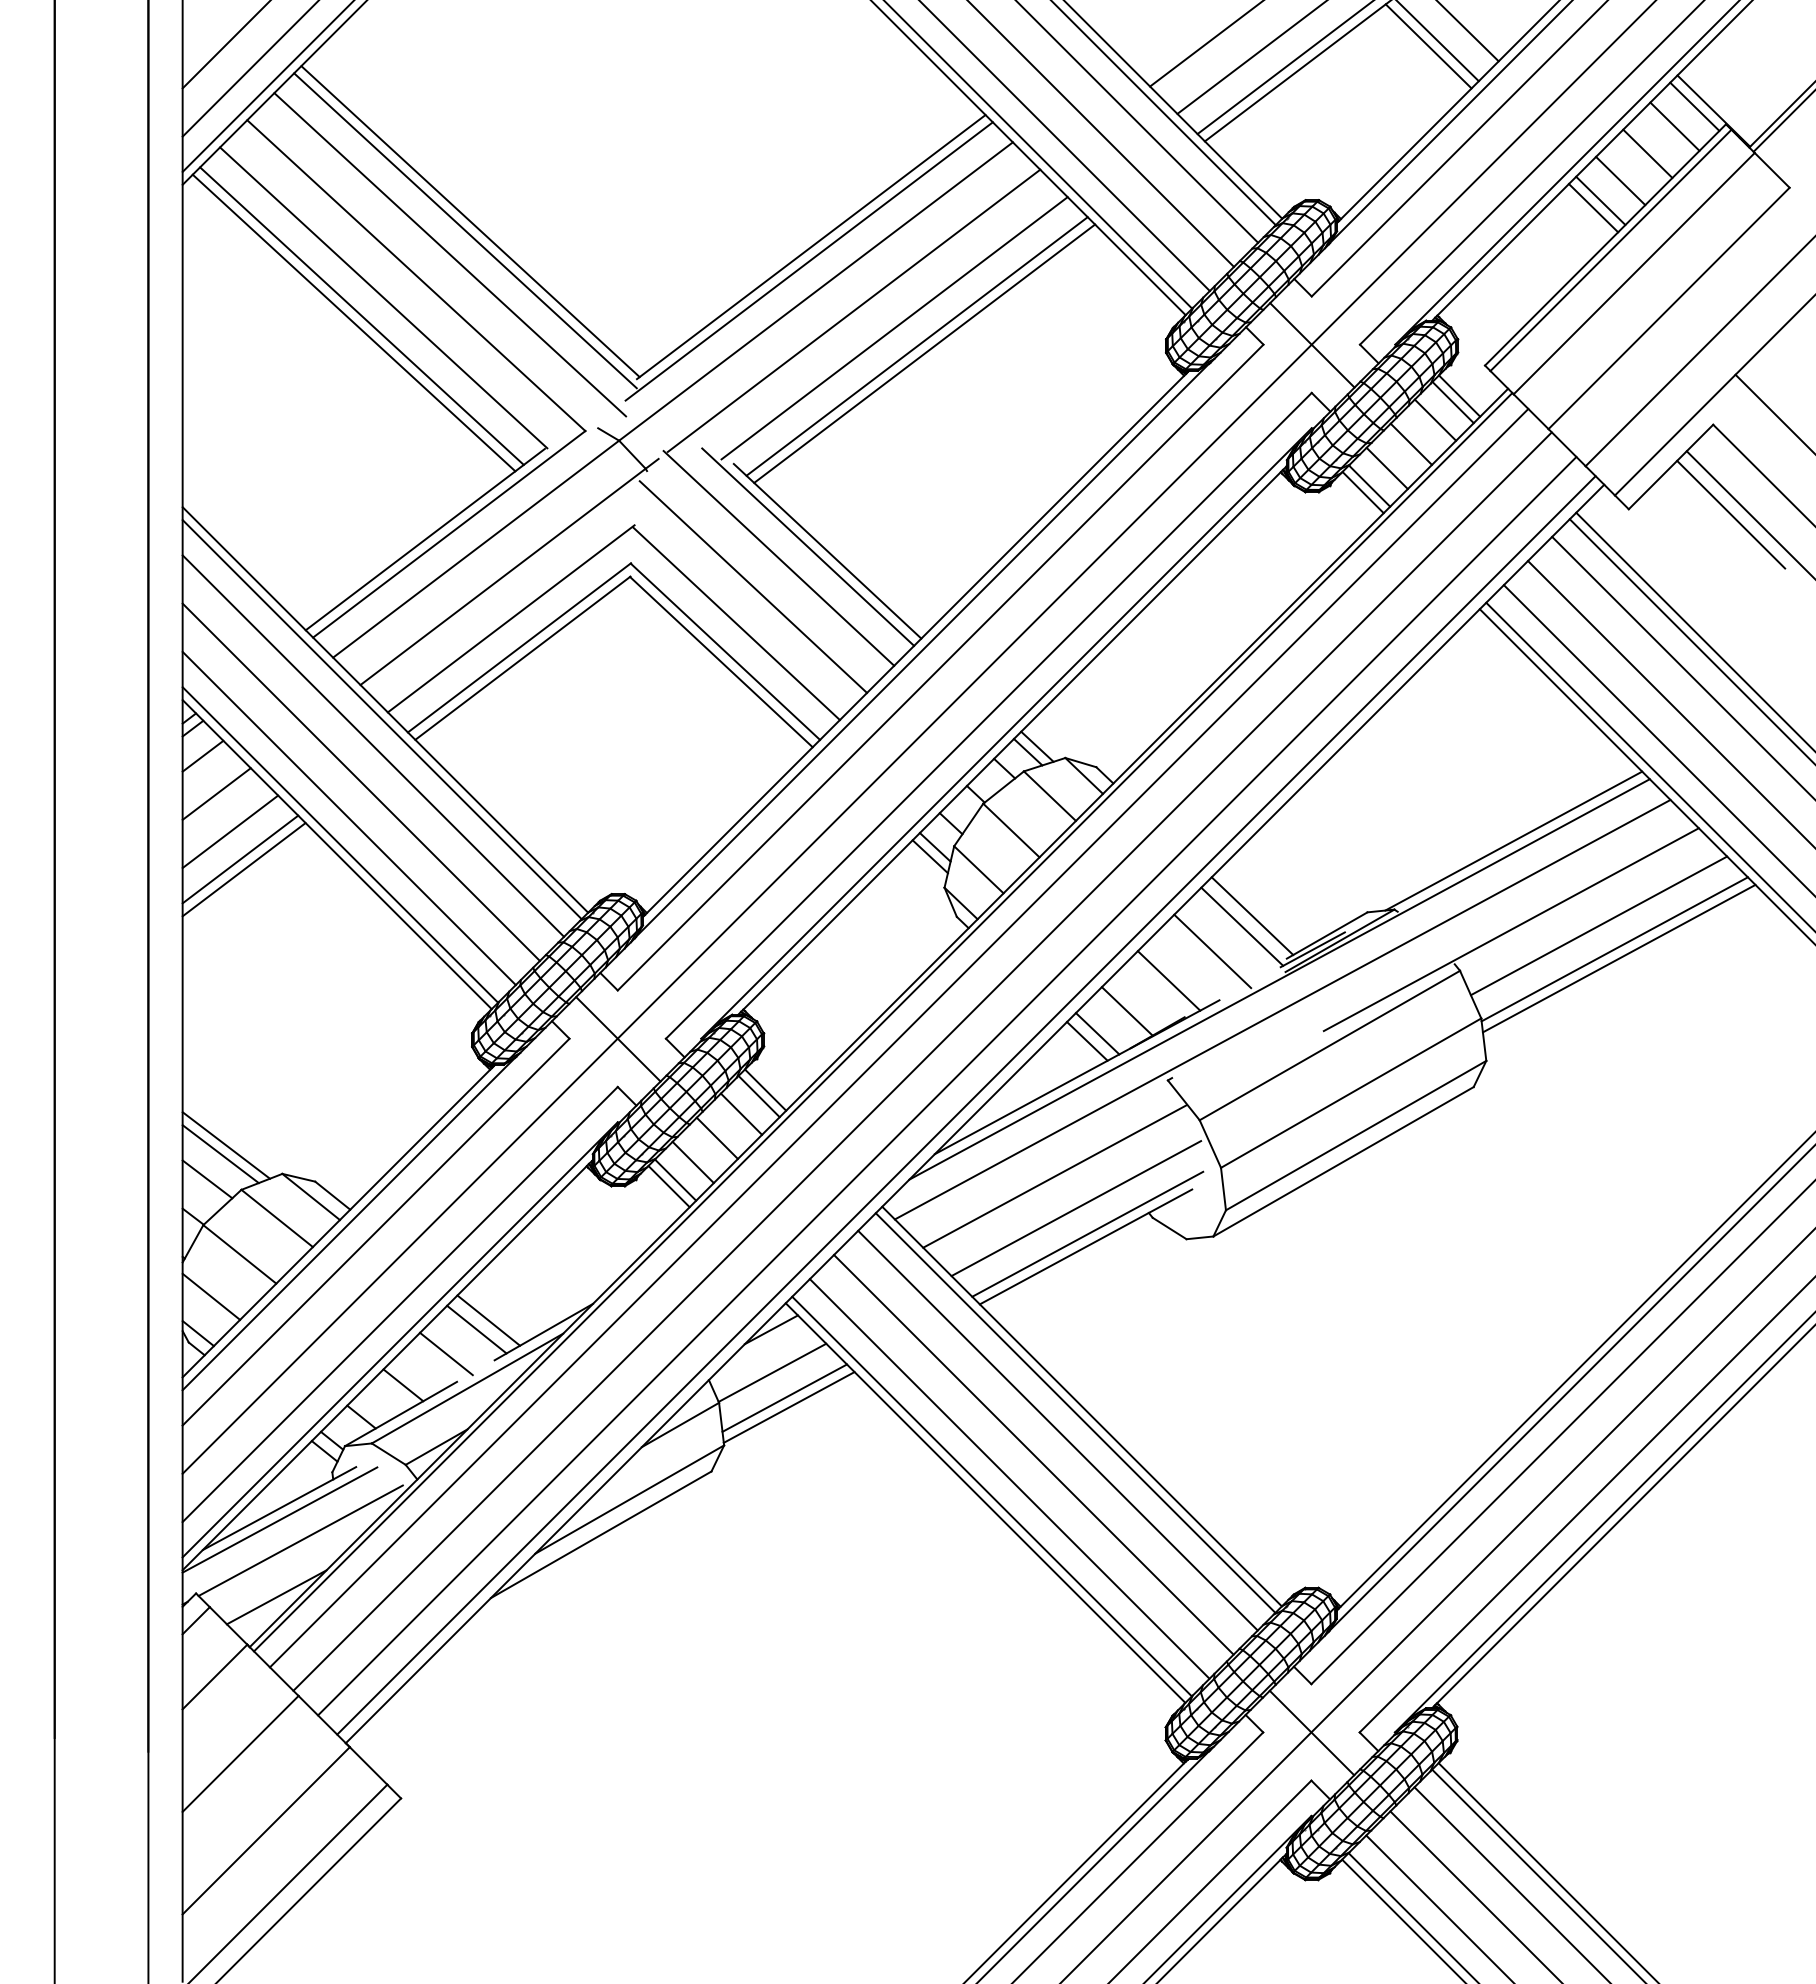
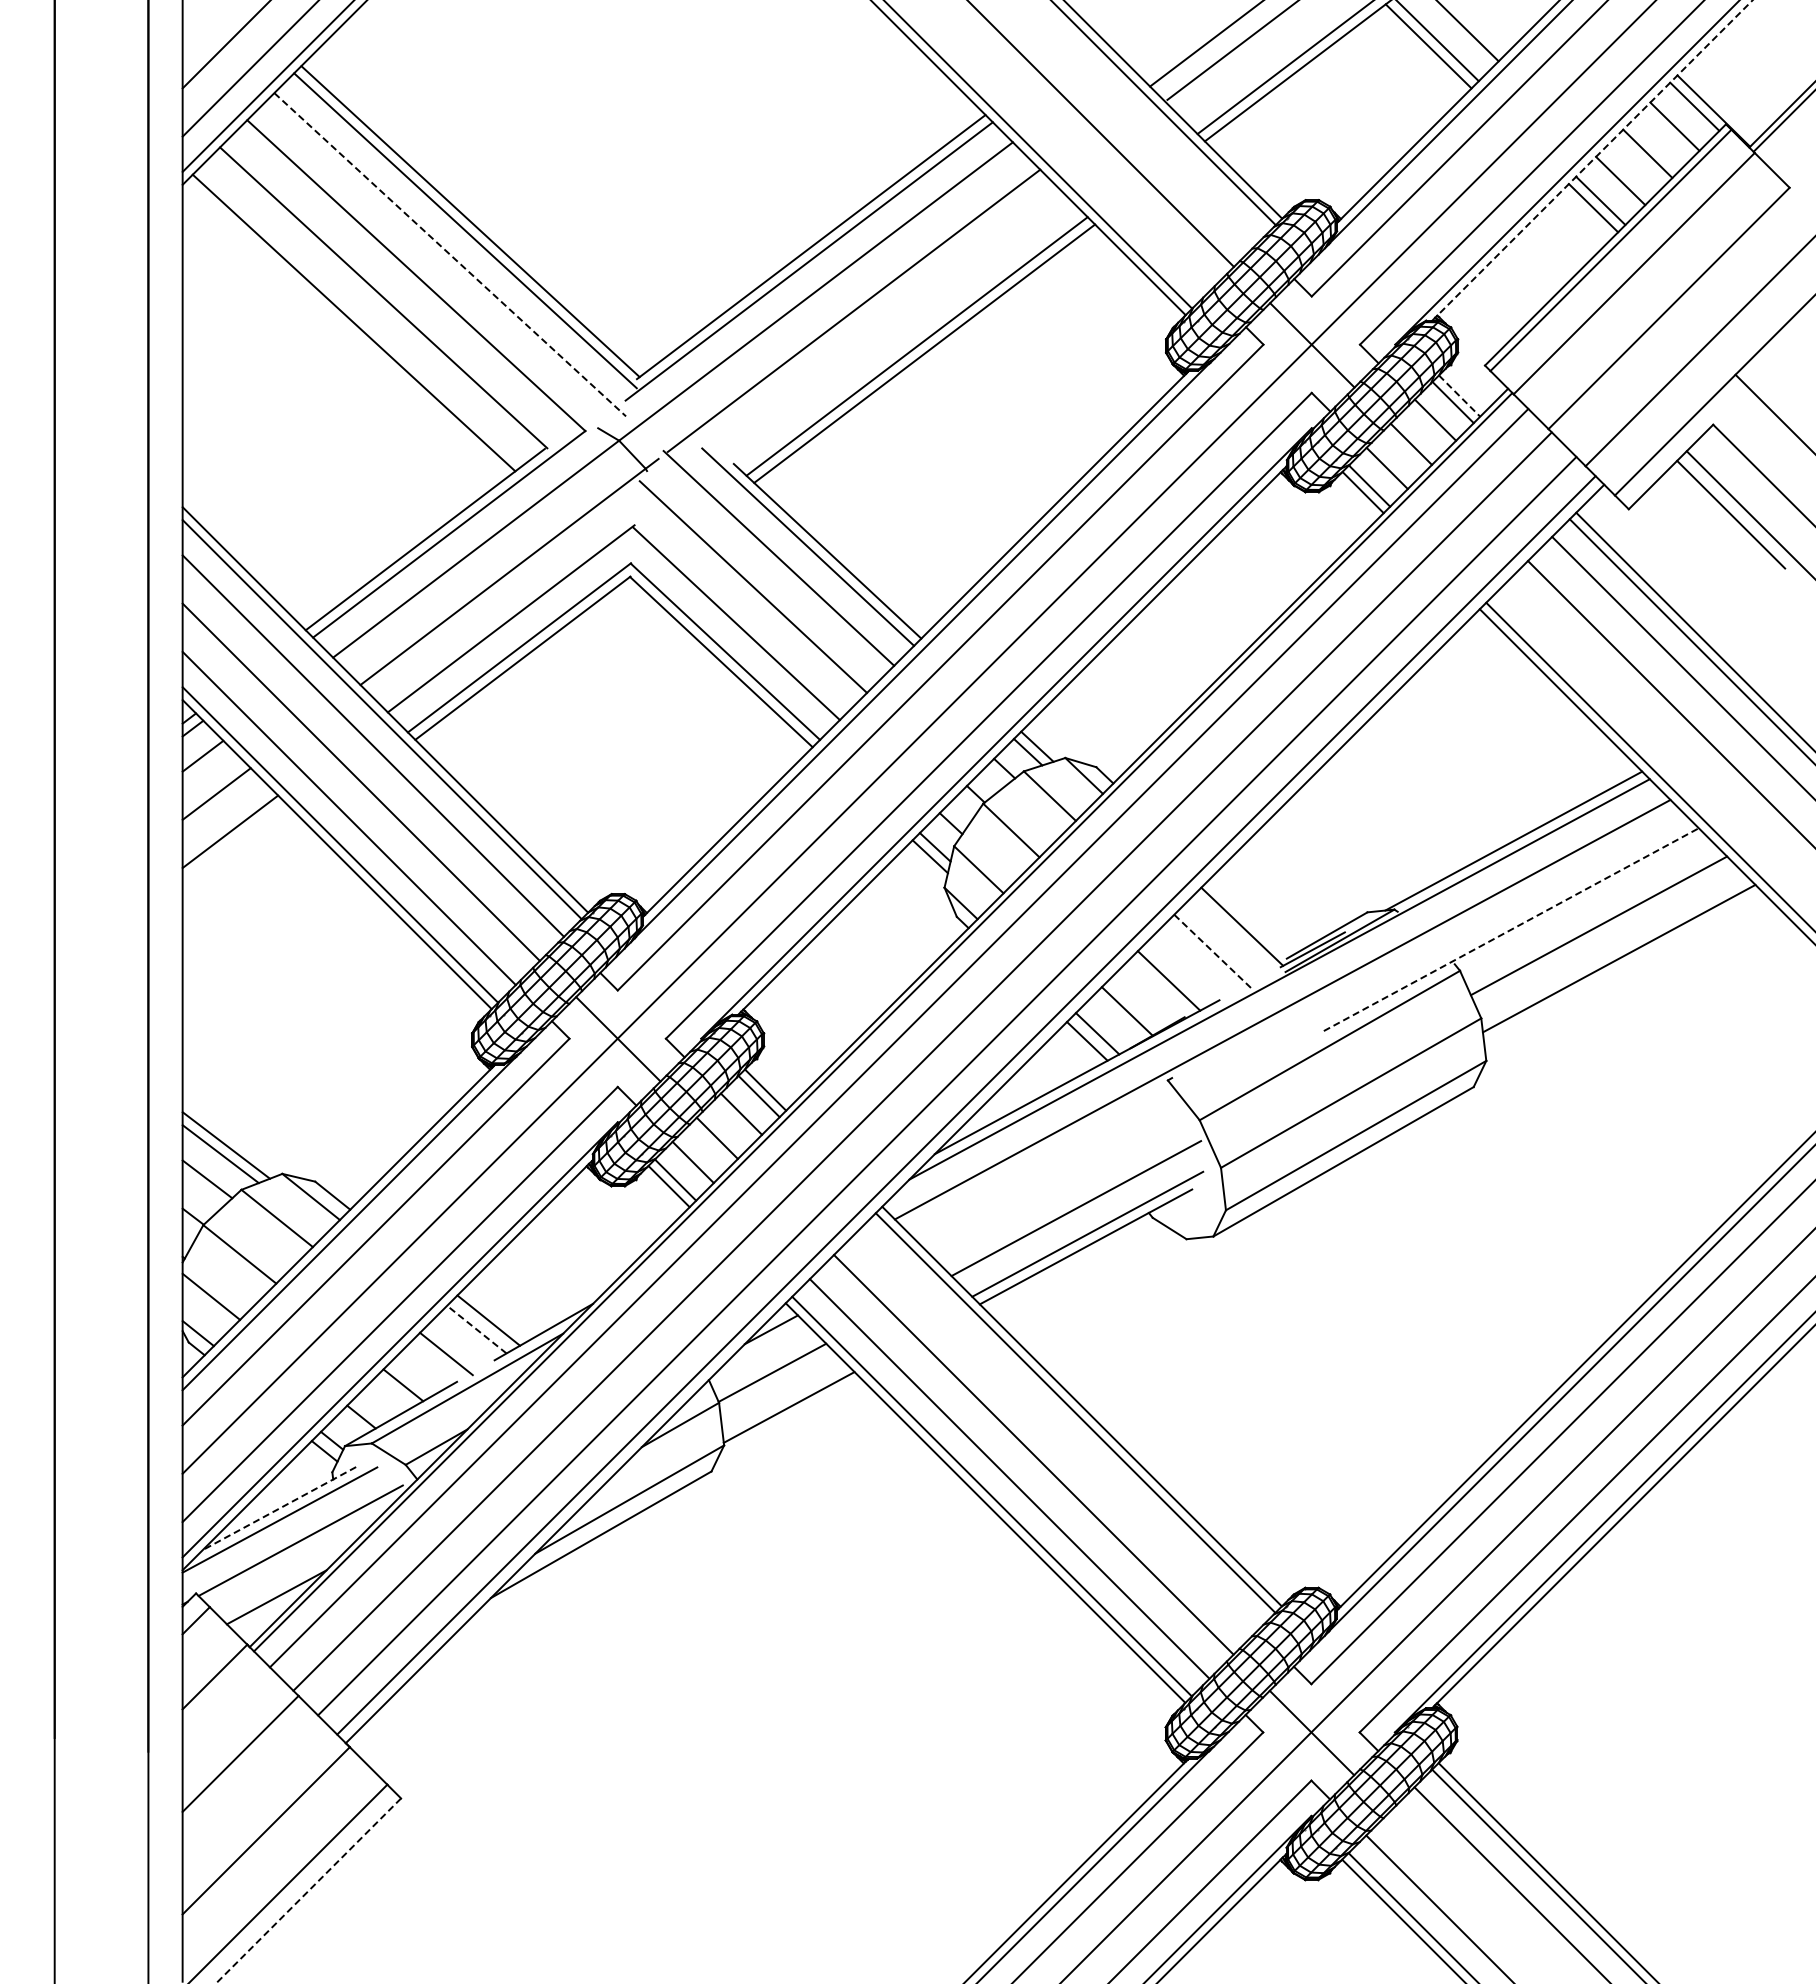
line at (1250, 57) position: (1250, 57) -> (1231, 50)
line at (1137, 122): present -> none
line at (1064, 146): present -> none
line at (1592, 160): solid -> dashed
line at (450, 254): solid -> dashed
line at (361, 315): present -> none
line at (894, 328): present -> none
line at (1459, 396): solid -> dashed
line at (1657, 739): present -> none
line at (240, 859): present -> none
line at (243, 869): present -> none
line at (1252, 916): present -> none
line at (1511, 929): solid -> dashed
line at (1614, 949): present -> none
line at (1213, 951): solid -> dashed
line at (1054, 1176): present -> none
line at (476, 1329): solid -> dashed
line at (784, 1397): present -> none
line at (1057, 1430): present -> none
line at (279, 1508): solid -> dashed
line at (308, 1891): solid -> dashed
line at (1474, 1895): present -> none
